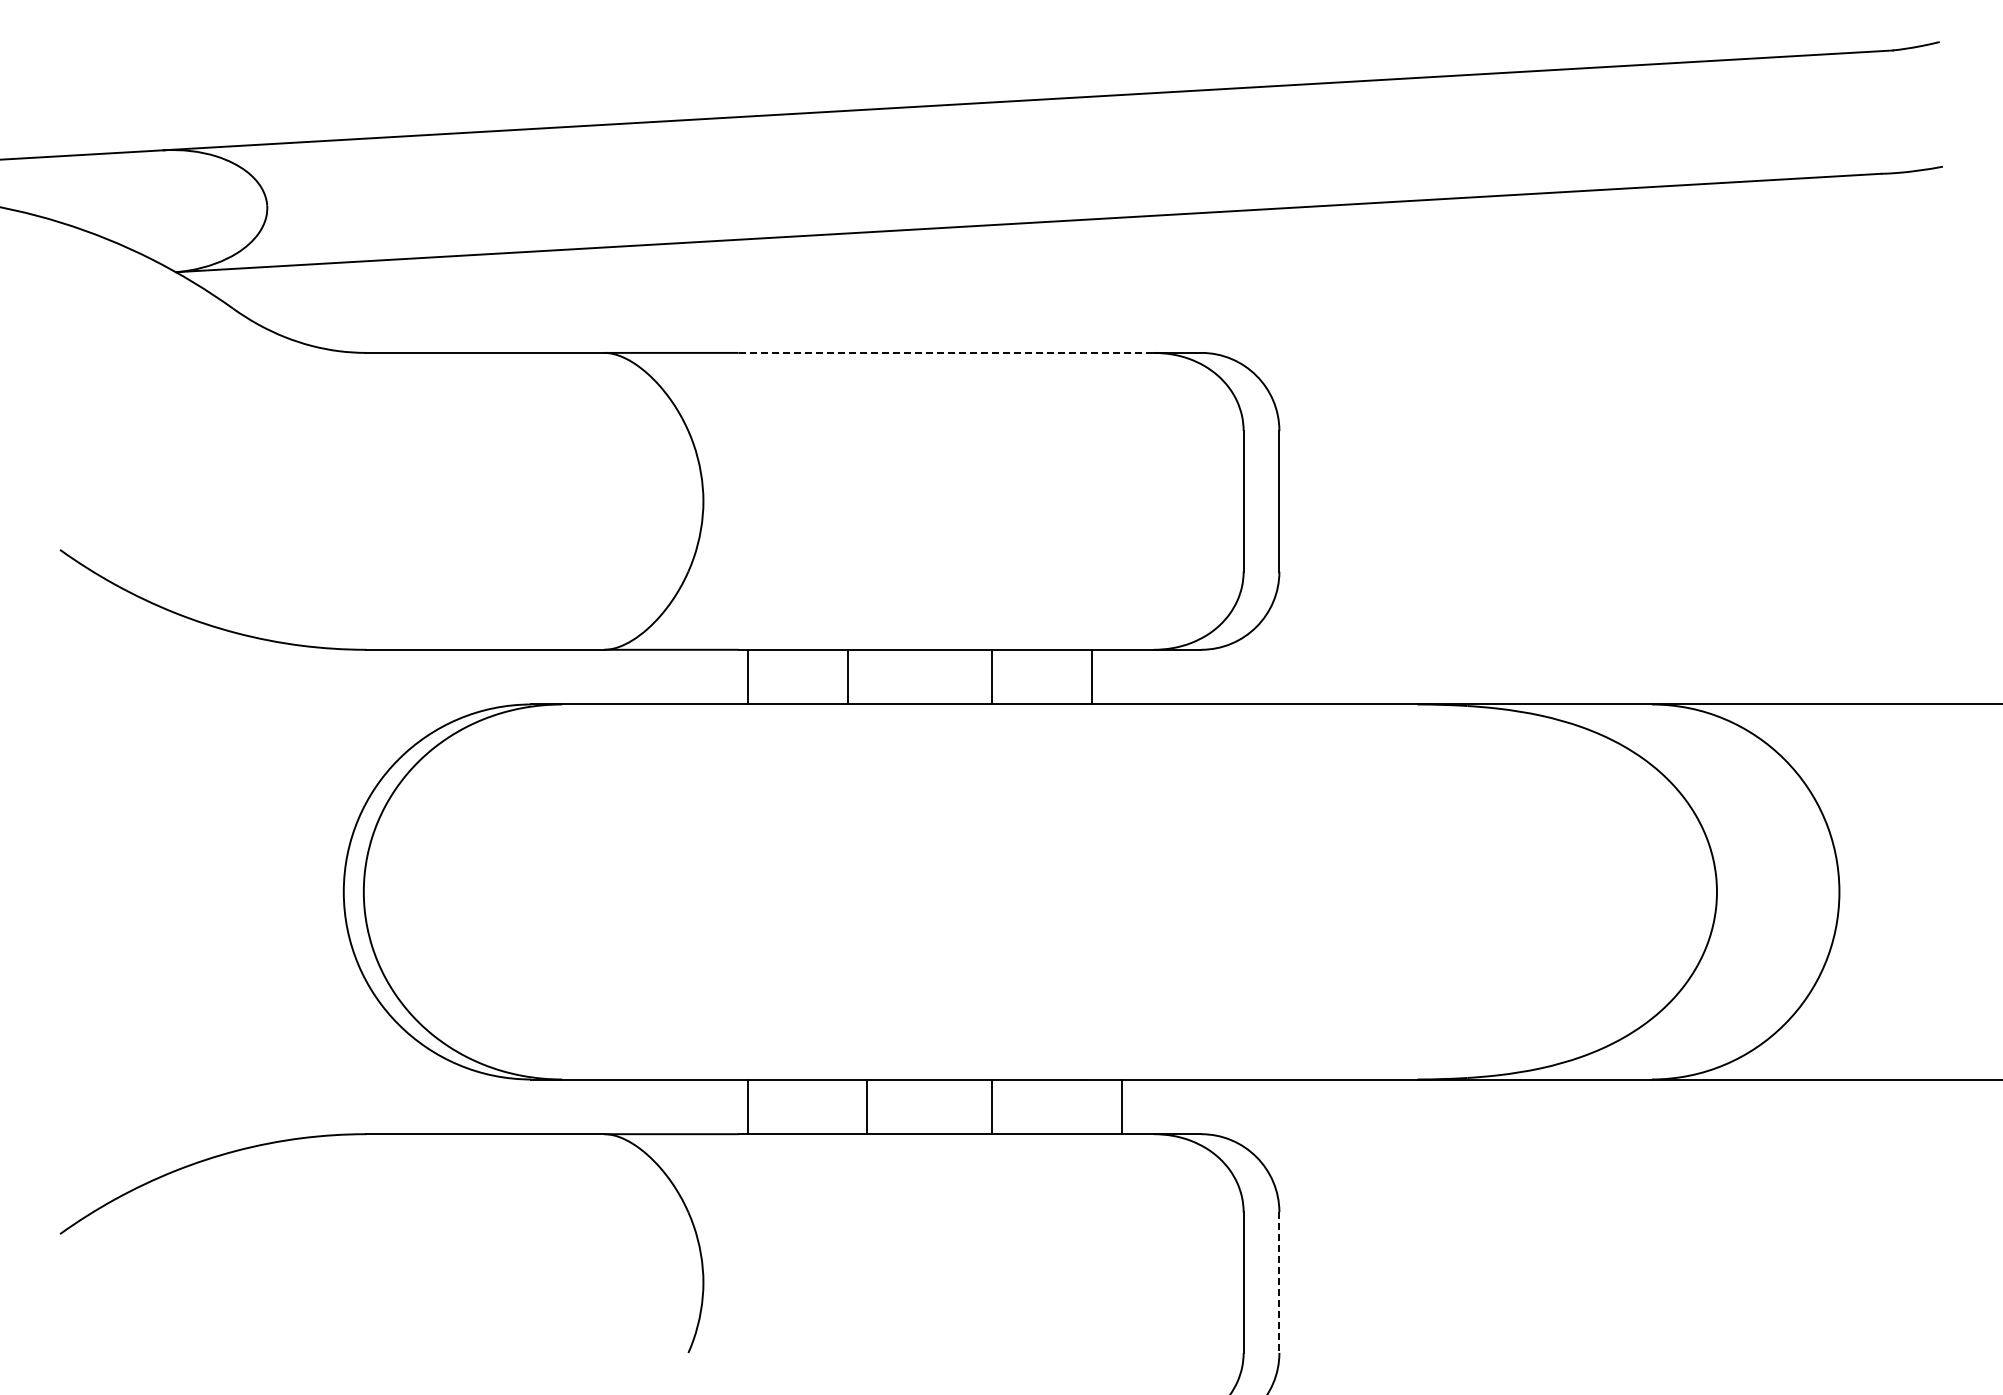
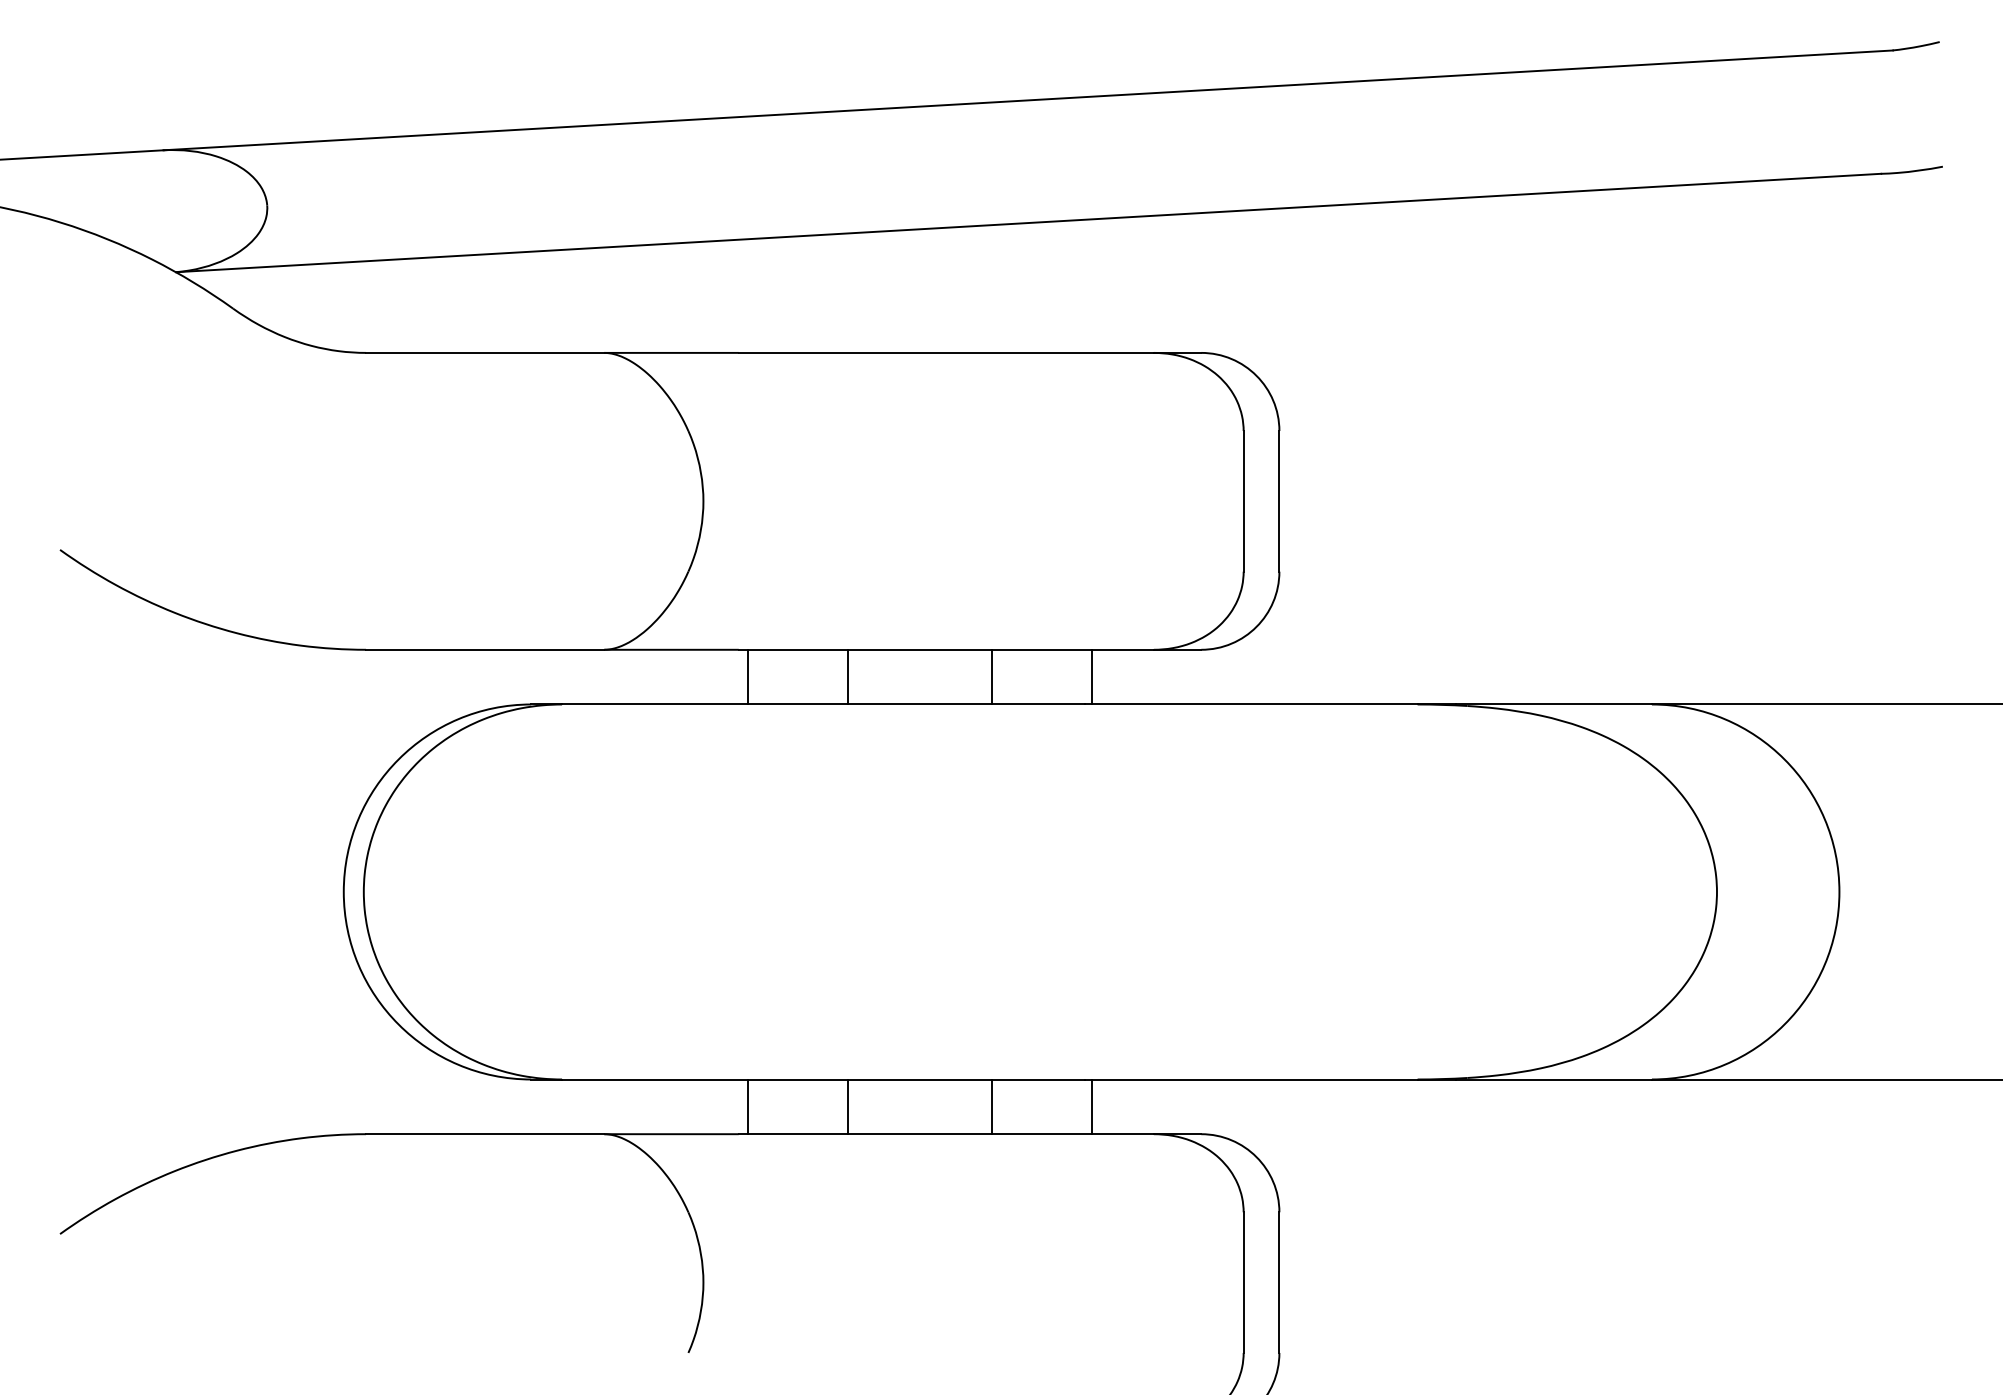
line at (946, 352): dashed -> solid
line at (867, 1106) position: (867, 1106) -> (848, 1106)
line at (1121, 1106) position: (1121, 1106) -> (1091, 1106)
line at (1279, 1283): dashed -> solid
